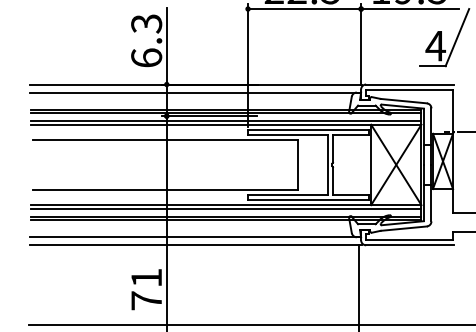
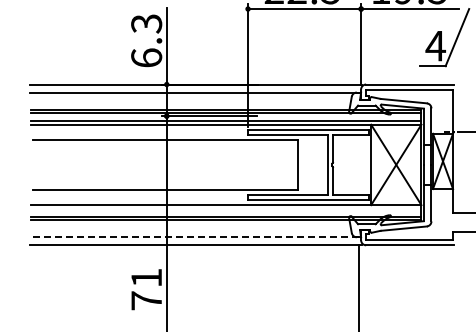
line at (226, 208): present -> none
line at (193, 237): solid -> dashed
line at (250, 324): present -> none
